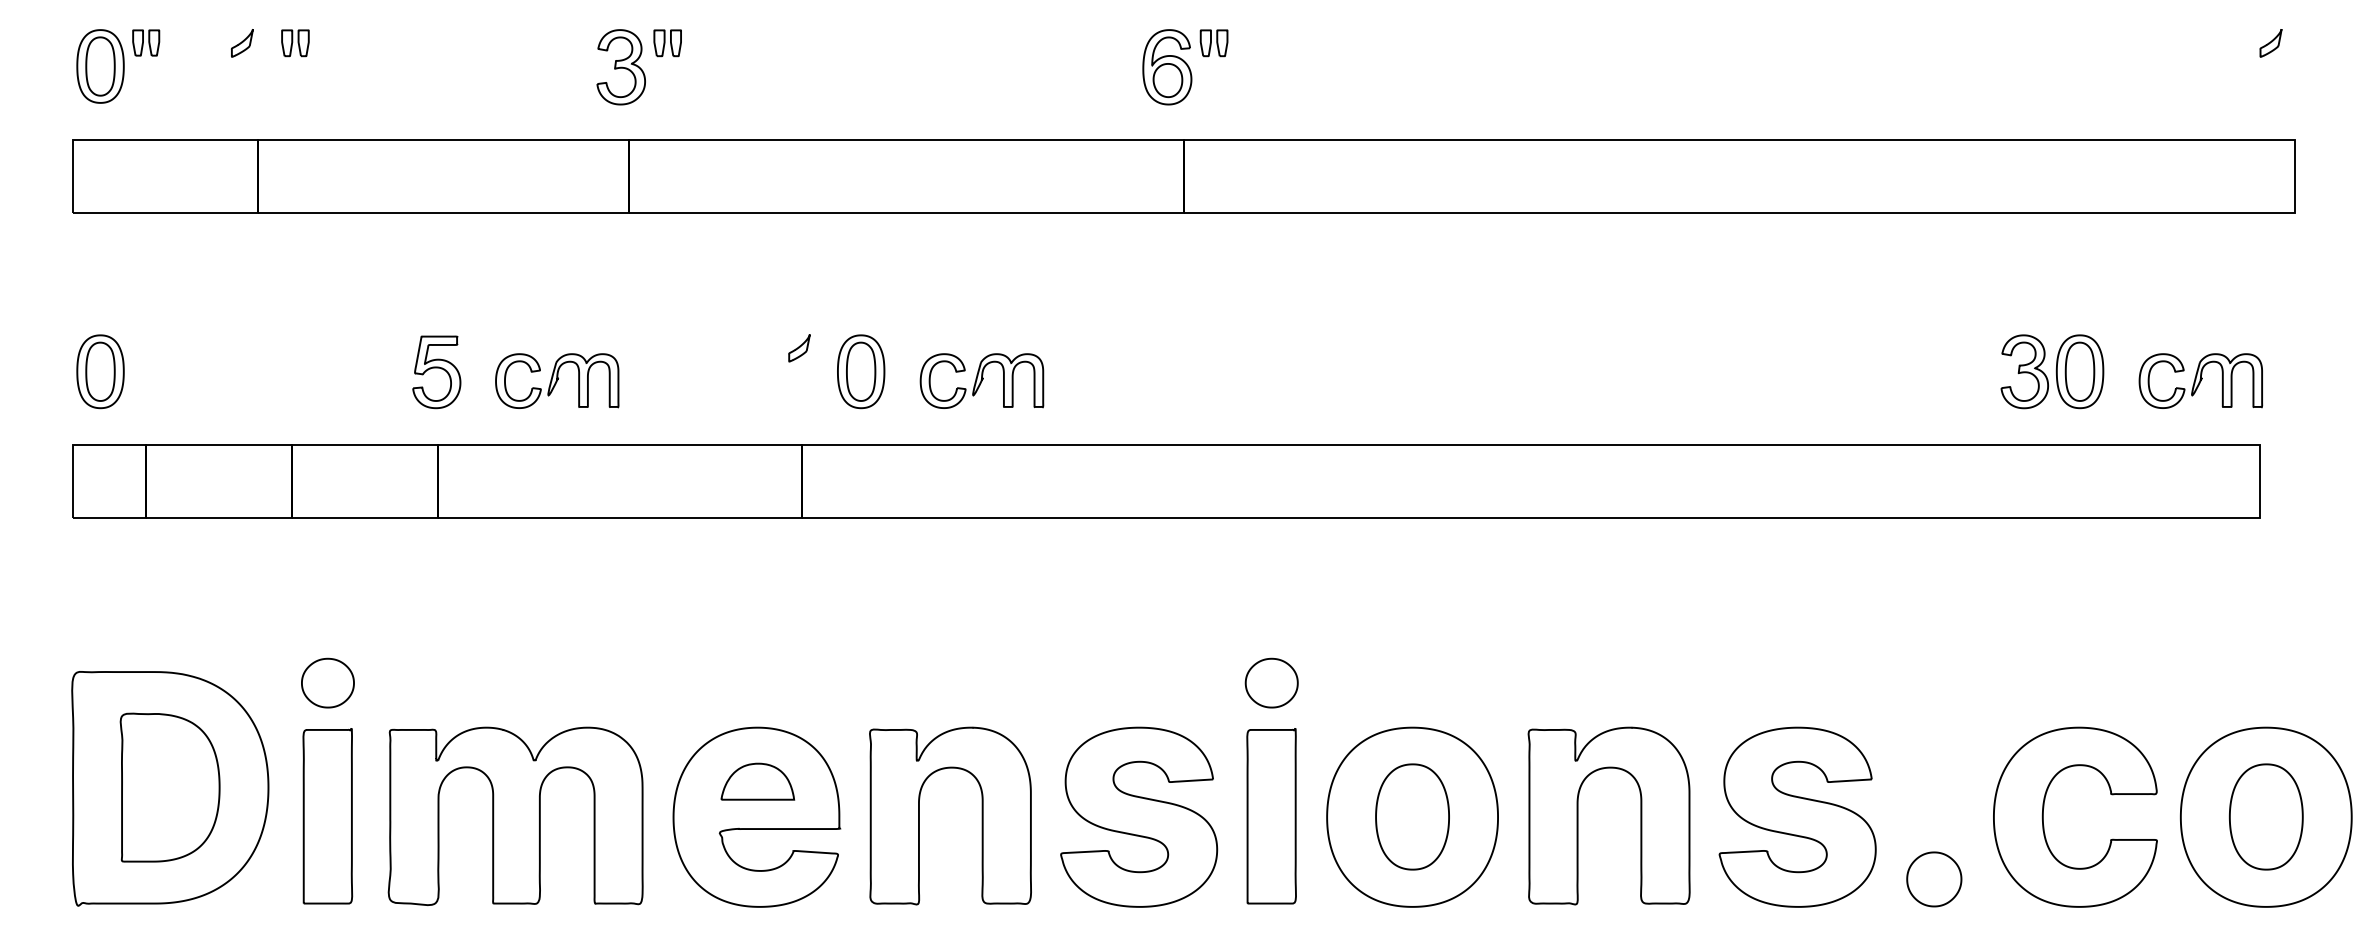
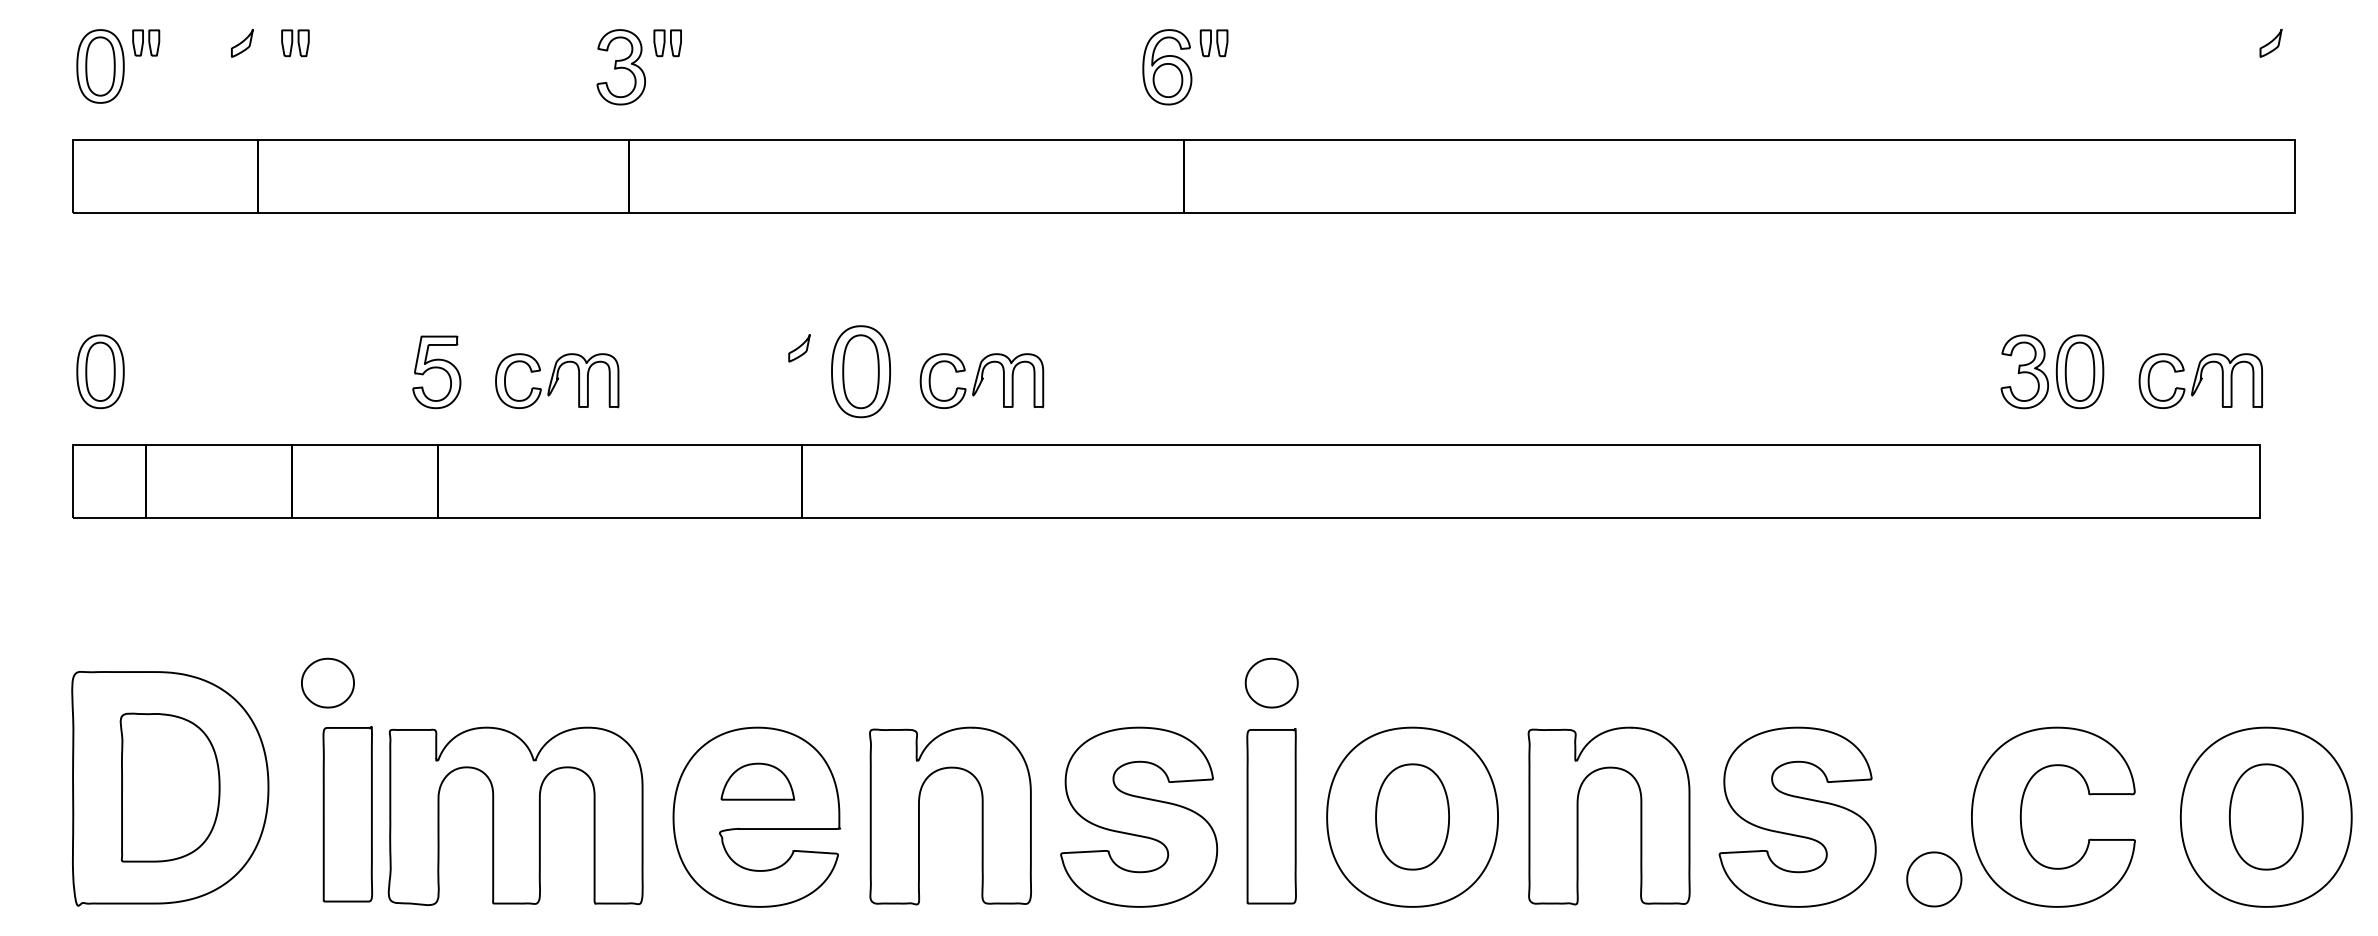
part at (861, 371) size: 49x76 px -> 60x94 px
part at (327, 816) position: (327, 816) -> (347, 814)
part at (2043, 816) position: (2043, 816) -> (2021, 816)
